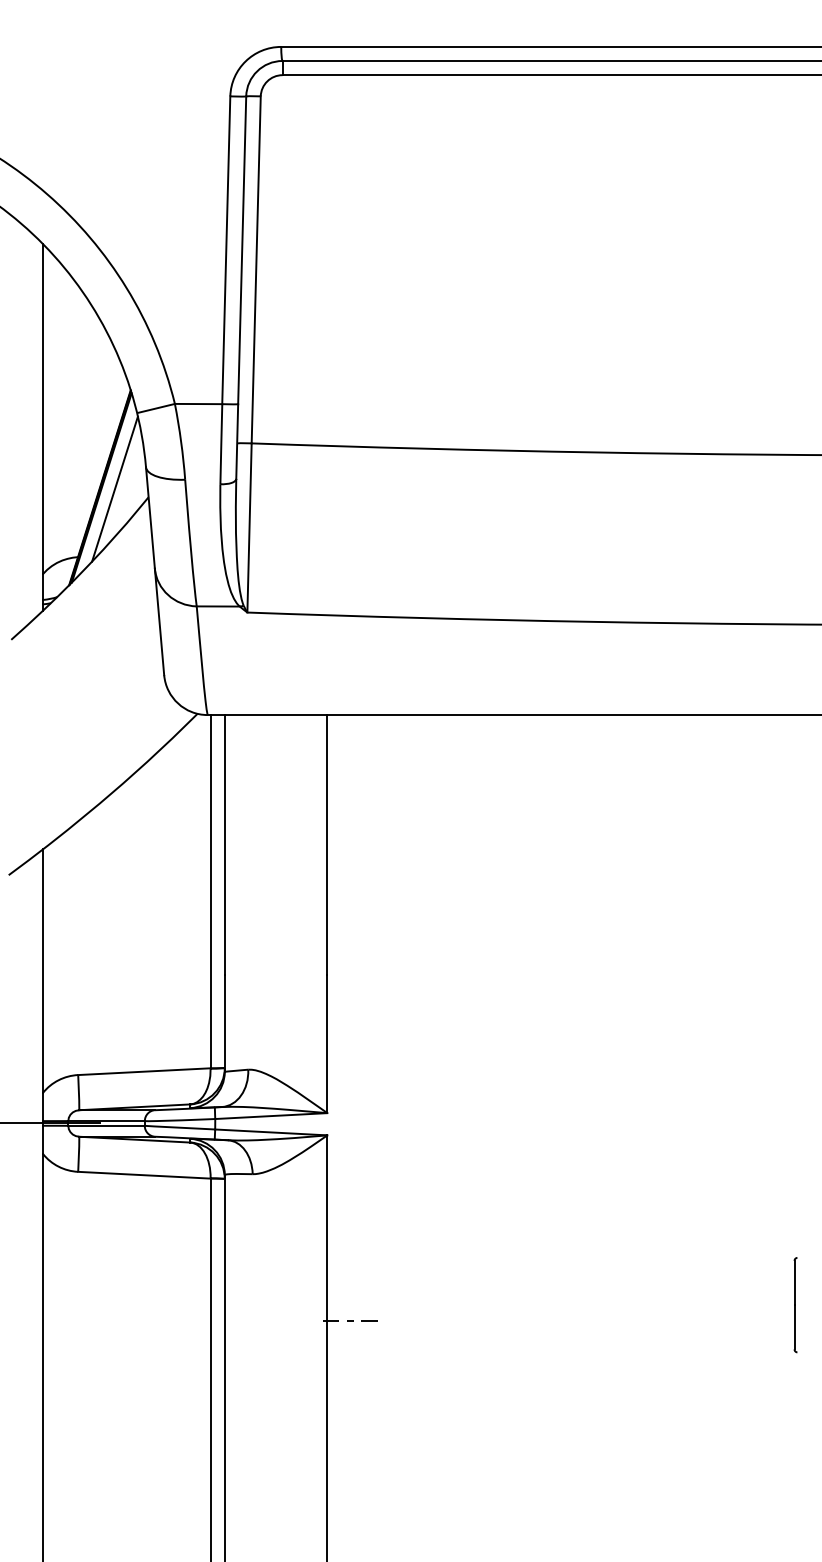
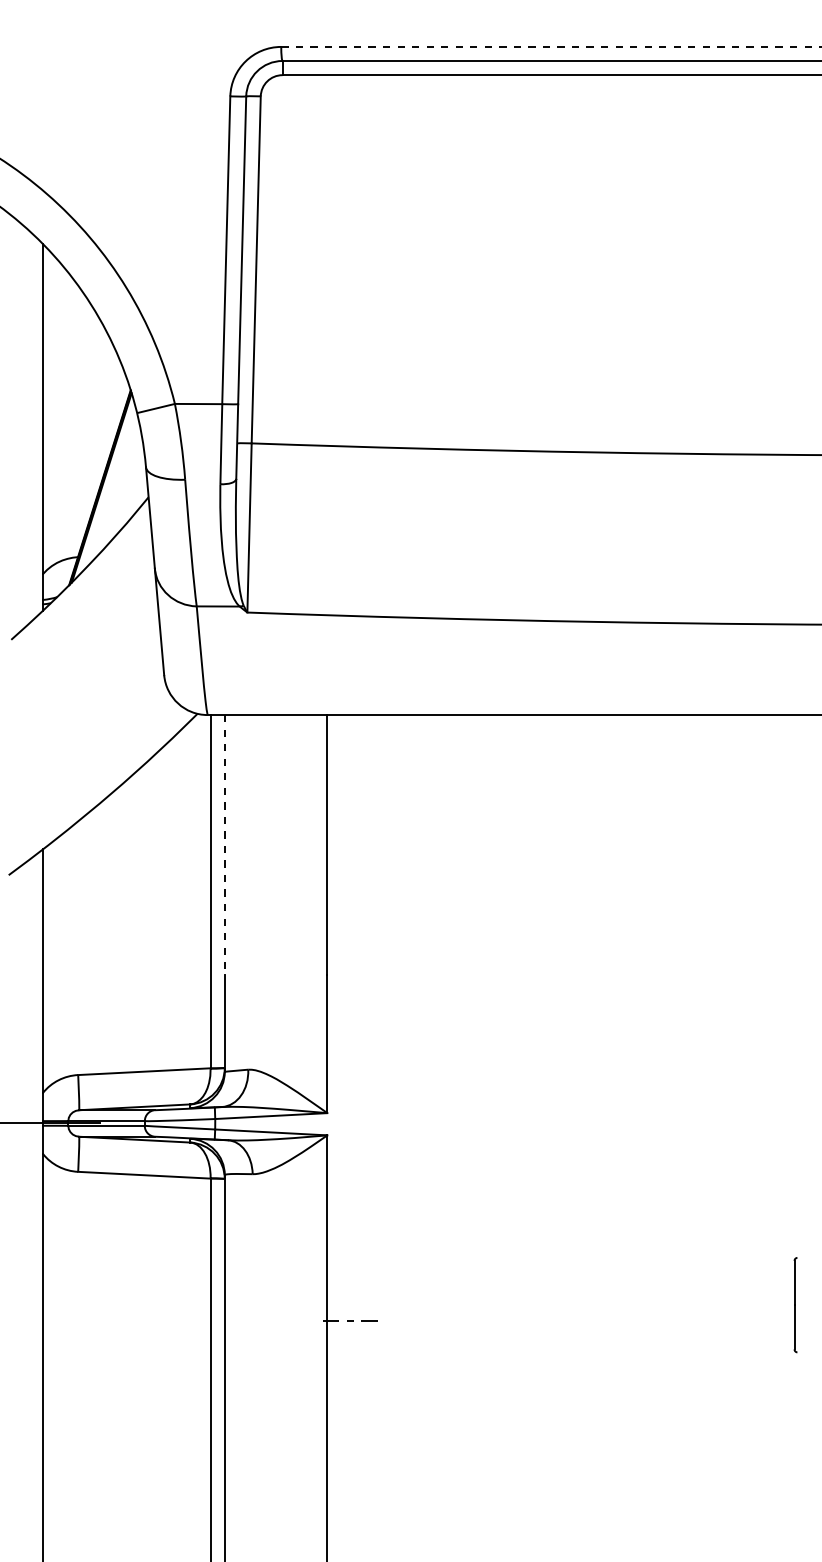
line at (551, 46): solid -> dashed
line at (114, 488): present -> none
line at (224, 845): solid -> dashed
